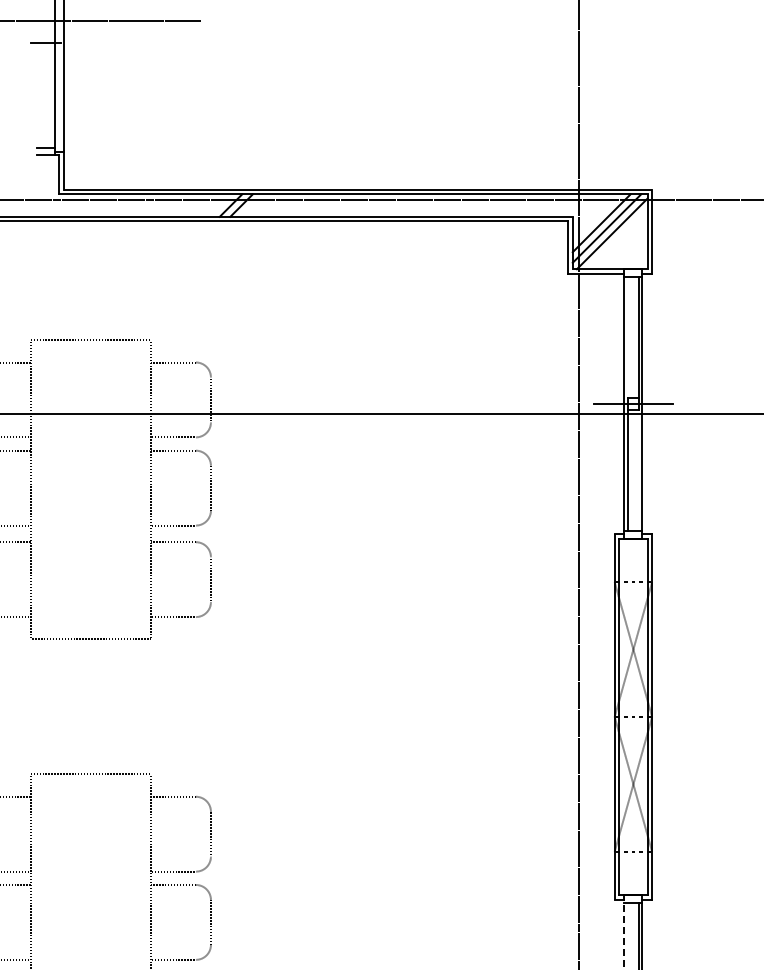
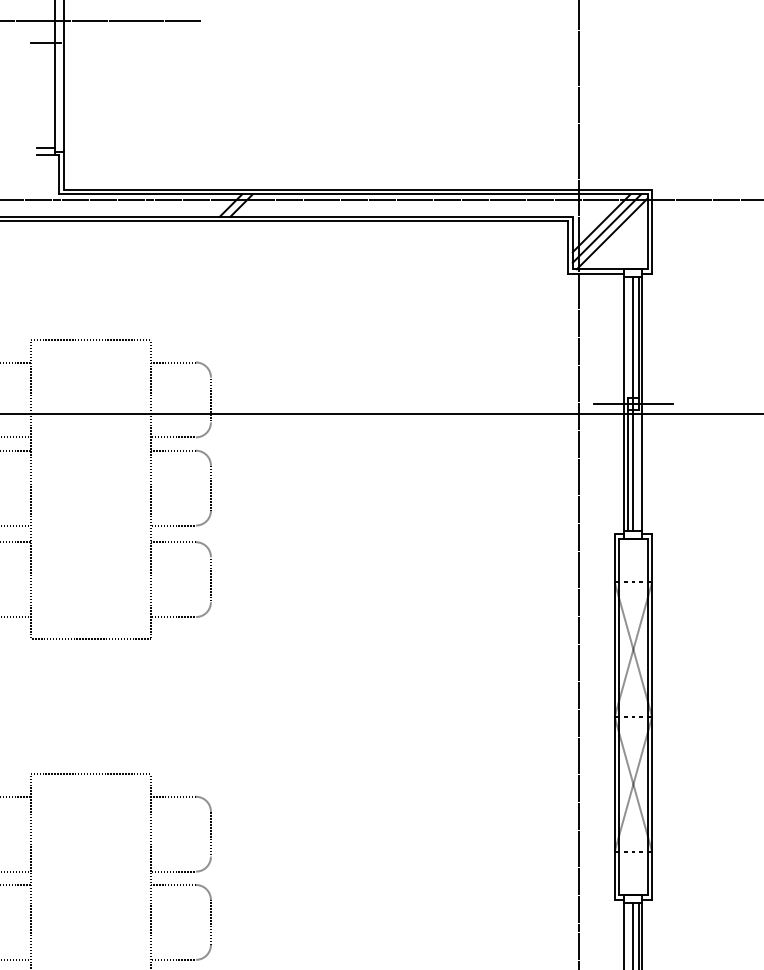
line at (633, 403): none -> present
line at (624, 932): dashed -> solid
line at (633, 934): none -> present
